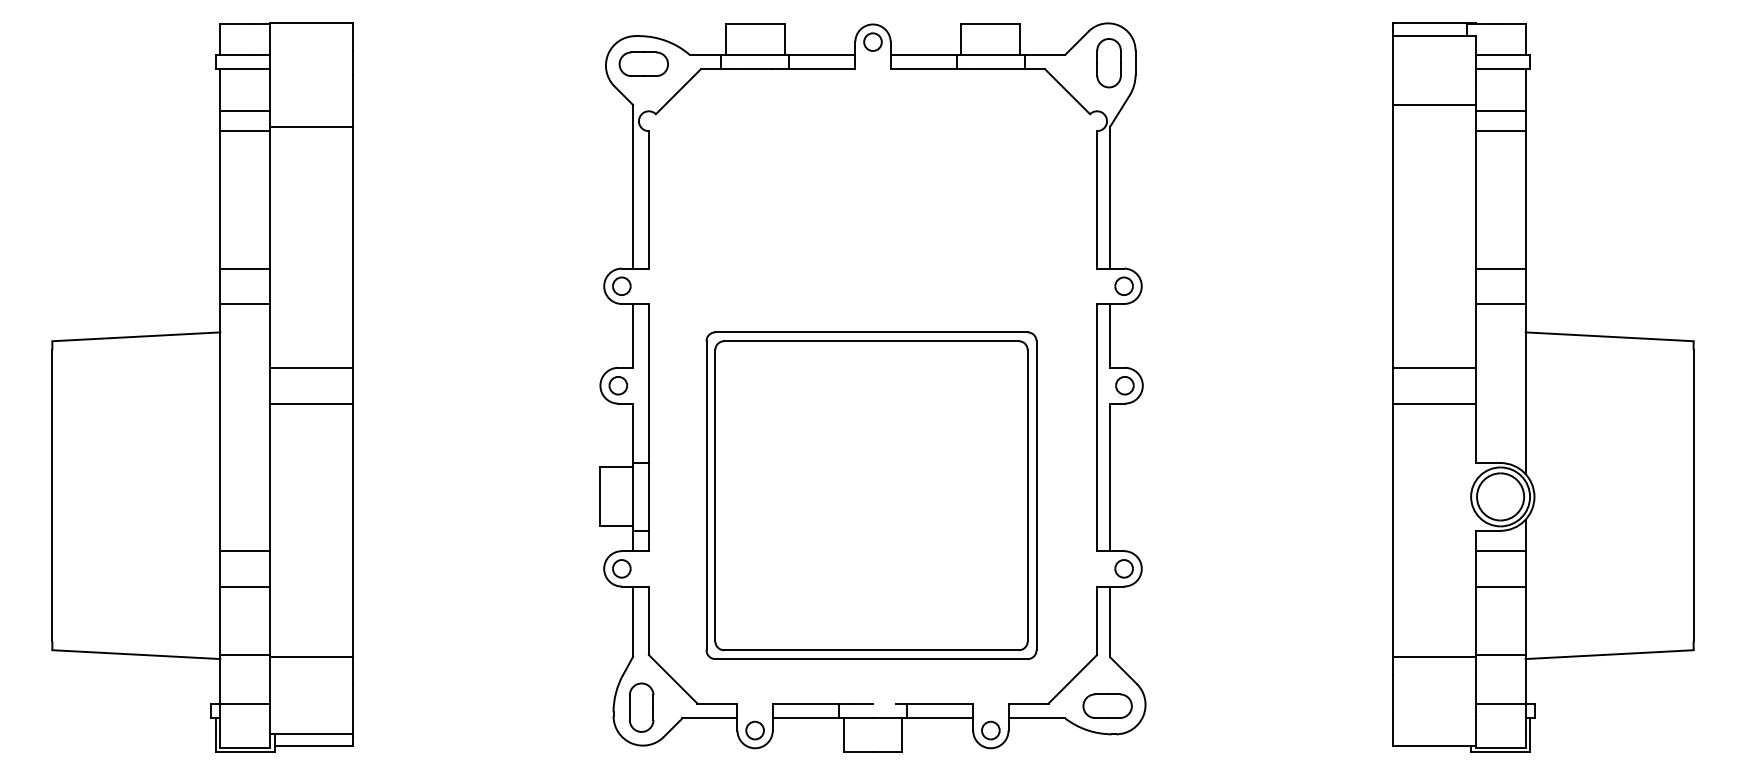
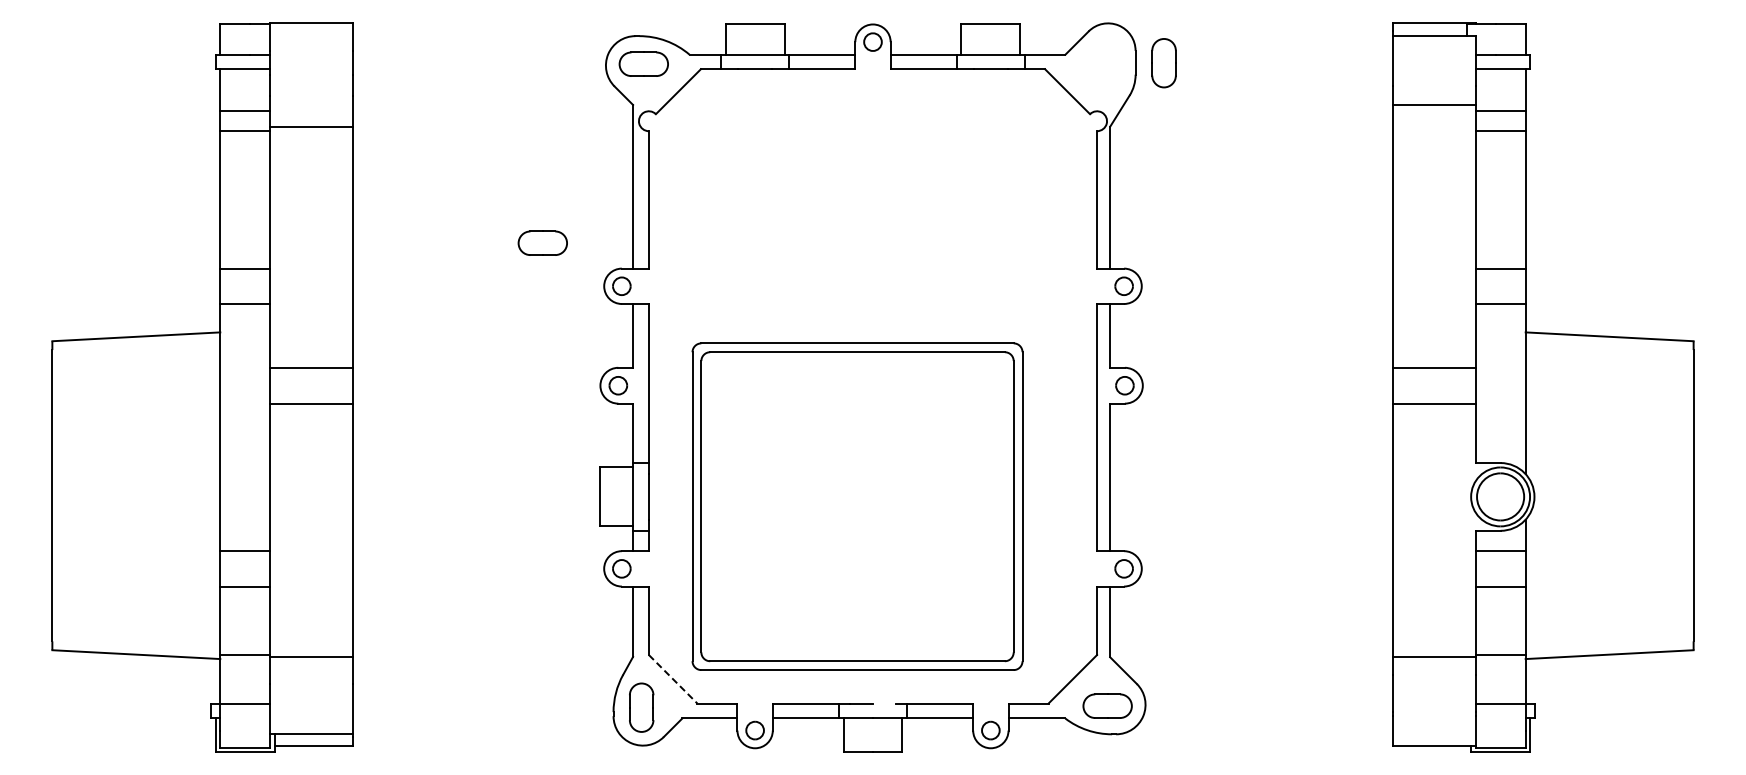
part at (1108, 63) position: (1108, 63) -> (1163, 63)
part at (542, 242): none -> present
part at (871, 495) position: (871, 495) -> (857, 506)
line at (673, 679): solid -> dashed
